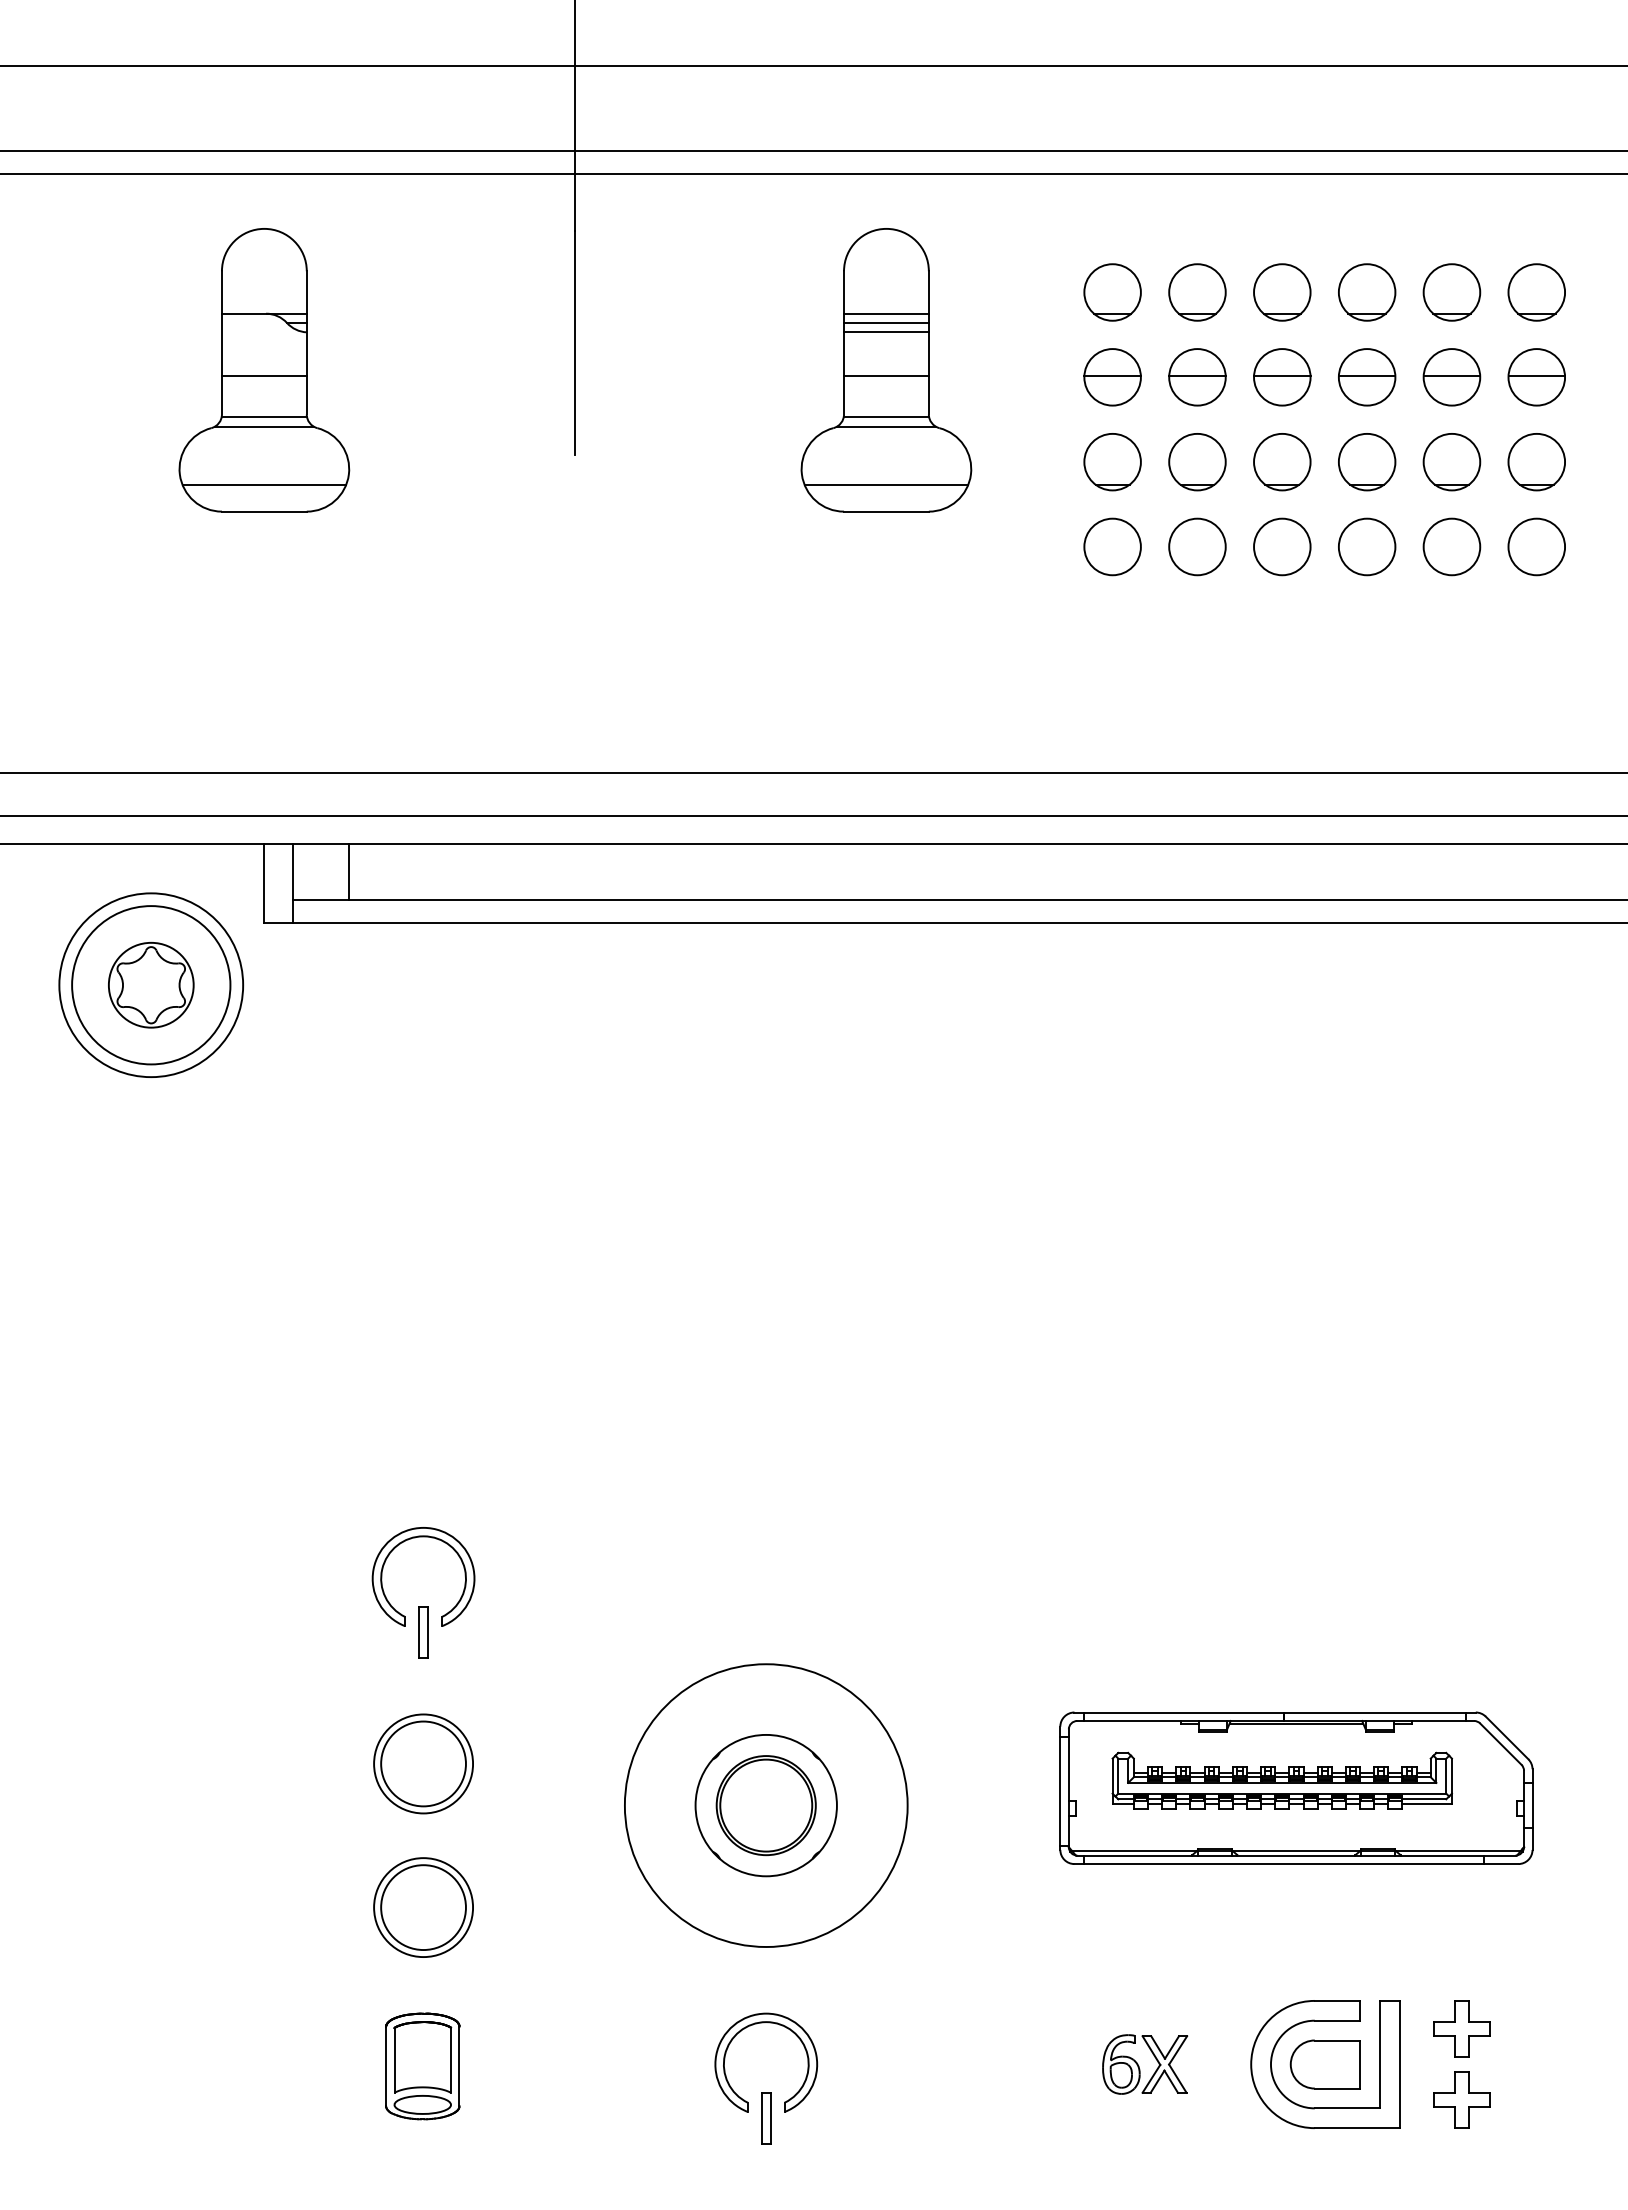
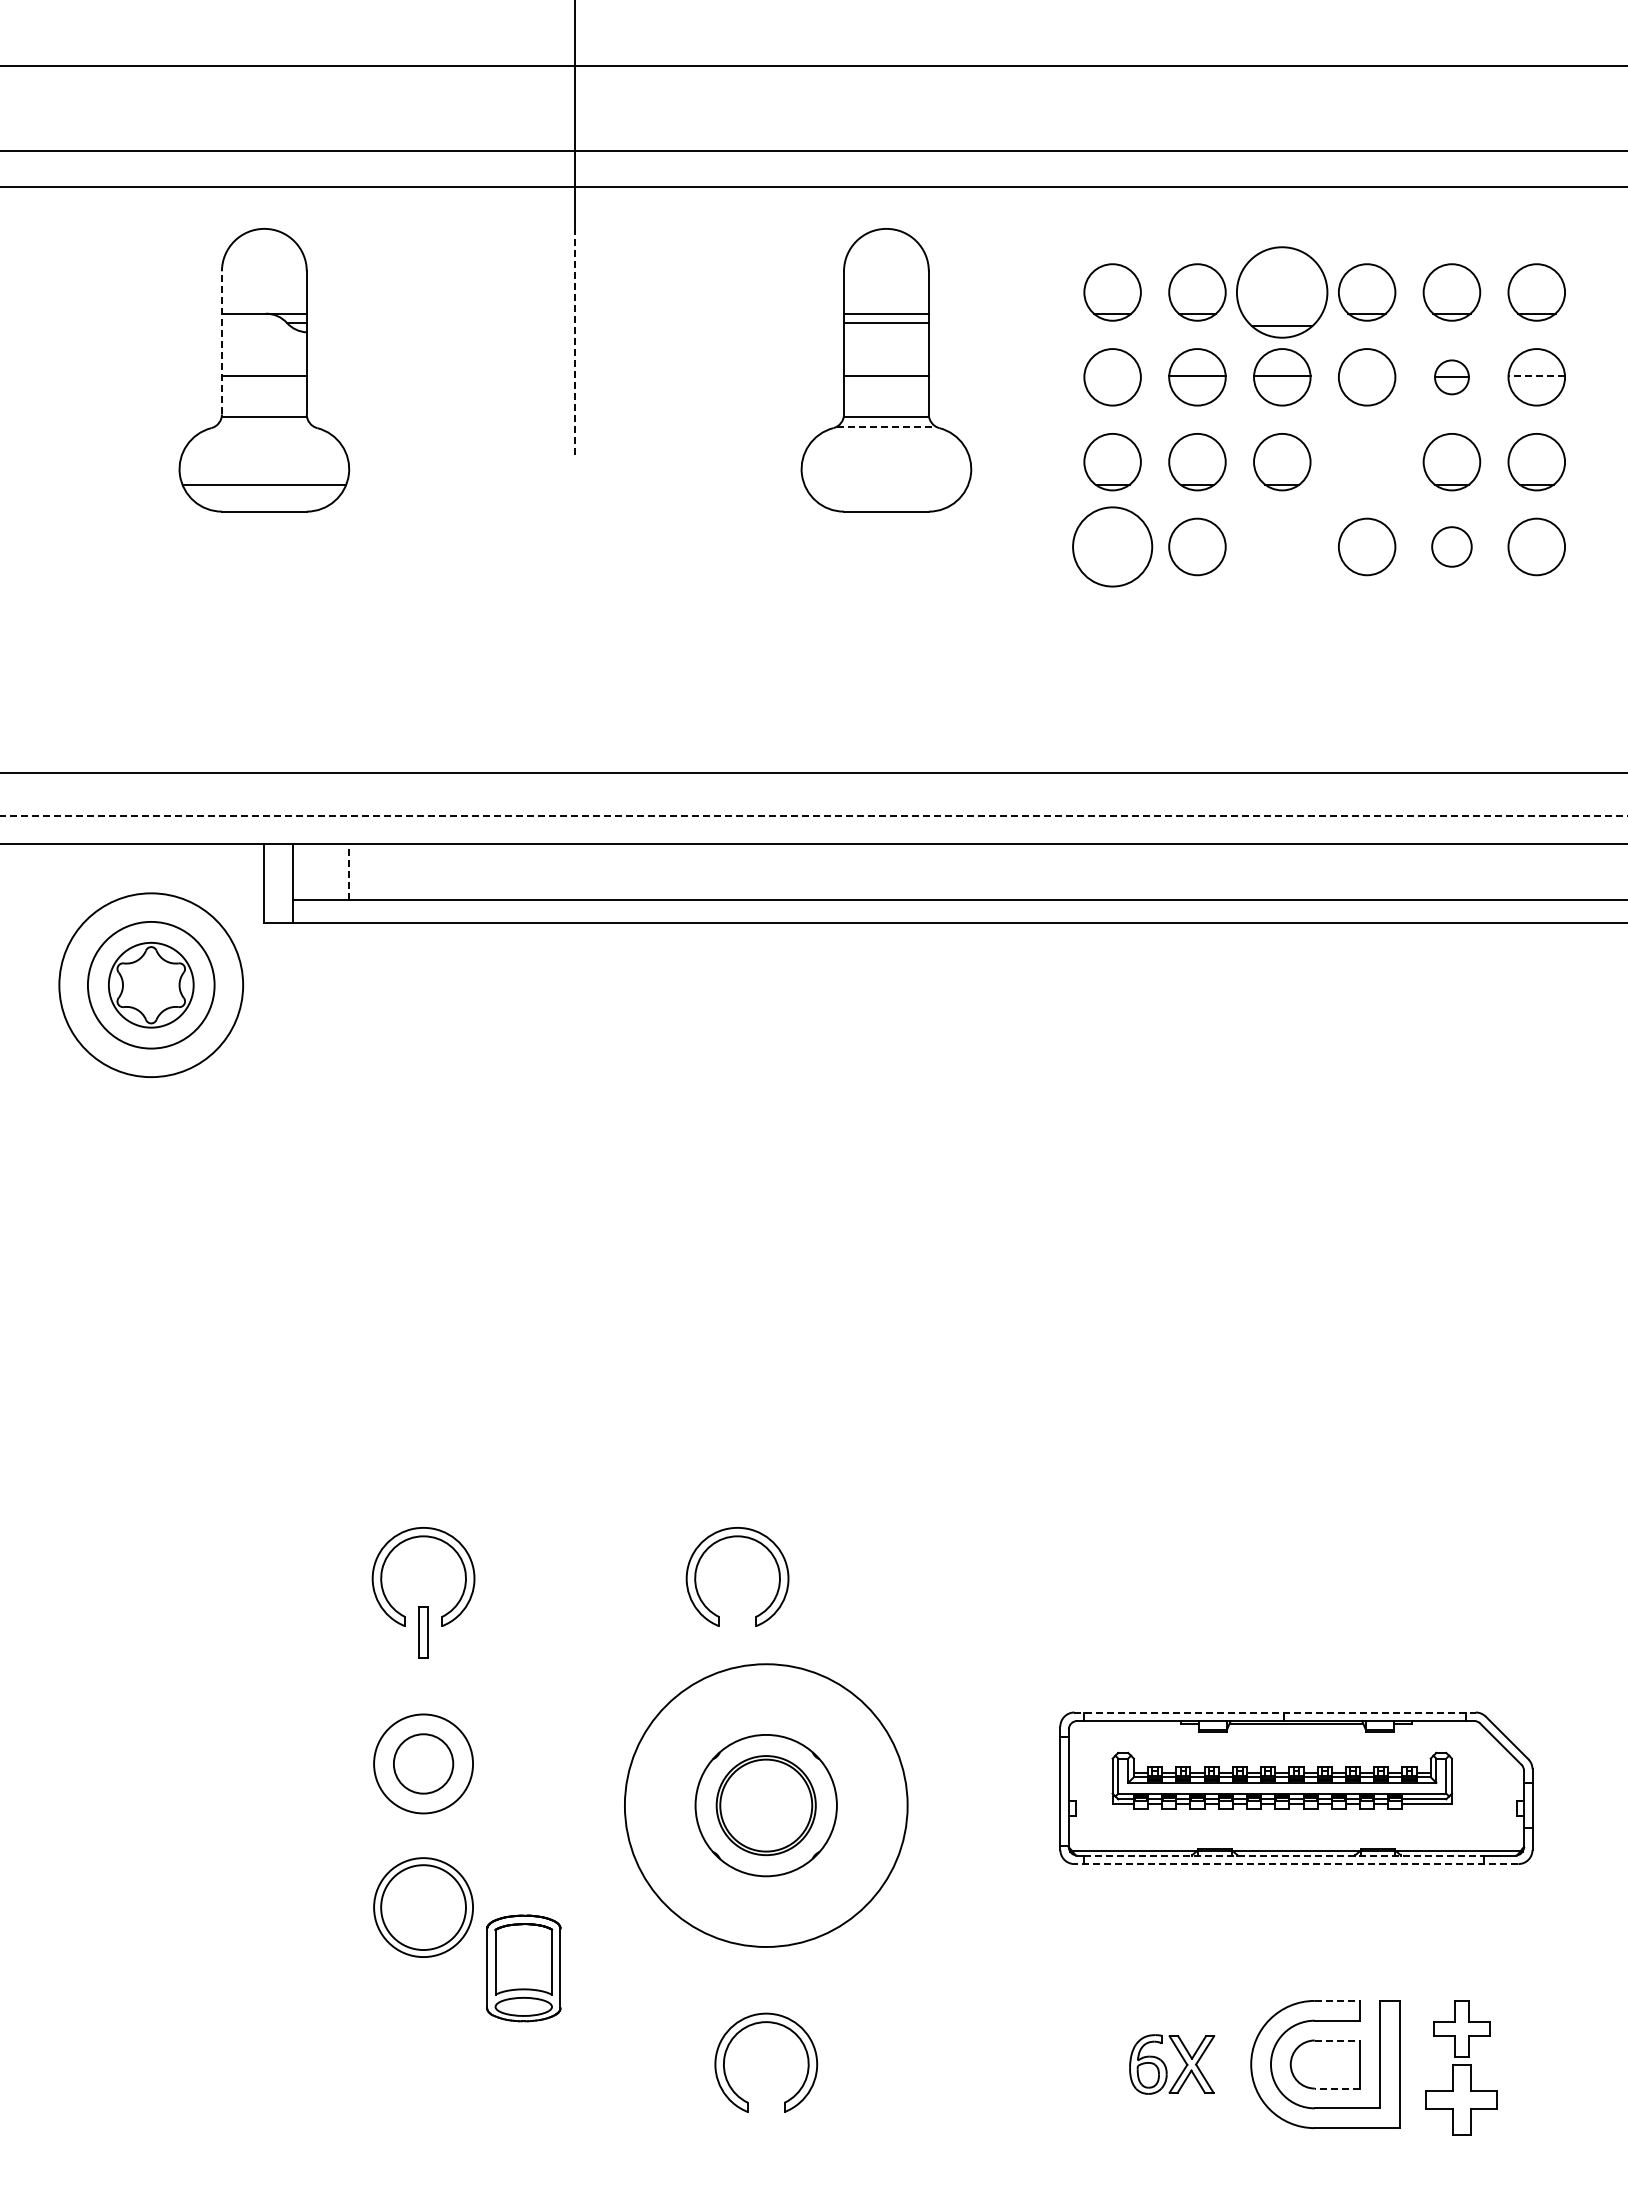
line at (813, 173) position: (813, 173) -> (813, 186)
part at (1282, 292) size: 59x59 px -> 93x93 px
line at (886, 332): present -> none
line at (221, 342): solid -> dashed
line at (575, 342): solid -> dashed
line at (1112, 375): present -> none
line at (1366, 375): present -> none
line at (1536, 375): solid -> dashed
part at (1451, 377) size: 60x59 px -> 36x37 px
line at (264, 426): present -> none
line at (886, 426): solid -> dashed
part at (1367, 462): present -> none
line at (886, 484): present -> none
circle at (1112, 546) diameter: 57 px -> 79 px
circle at (1282, 546): present -> none
circle at (1451, 546) diameter: 57 px -> 40 px
line at (812, 815): solid -> dashed
line at (349, 871): solid -> dashed
circle at (151, 985) diameter: 158 px -> 127 px
part at (729, 1538): none -> present
line at (1275, 1712): solid -> dashed
circle at (423, 1763) diameter: 85 px -> 59 px
line at (1284, 1855): solid -> dashed
line at (1296, 1864): solid -> dashed
line at (1337, 2000): solid -> dashed
line at (1337, 2040): solid -> dashed
part at (422, 2066) position: (422, 2066) -> (523, 1968)
part at (1139, 2066) position: (1139, 2066) -> (1166, 2066)
line at (1337, 2088): solid -> dashed
part at (1461, 2099) size: 58x58 px -> 73x72 px
part at (766, 2118): present -> none
